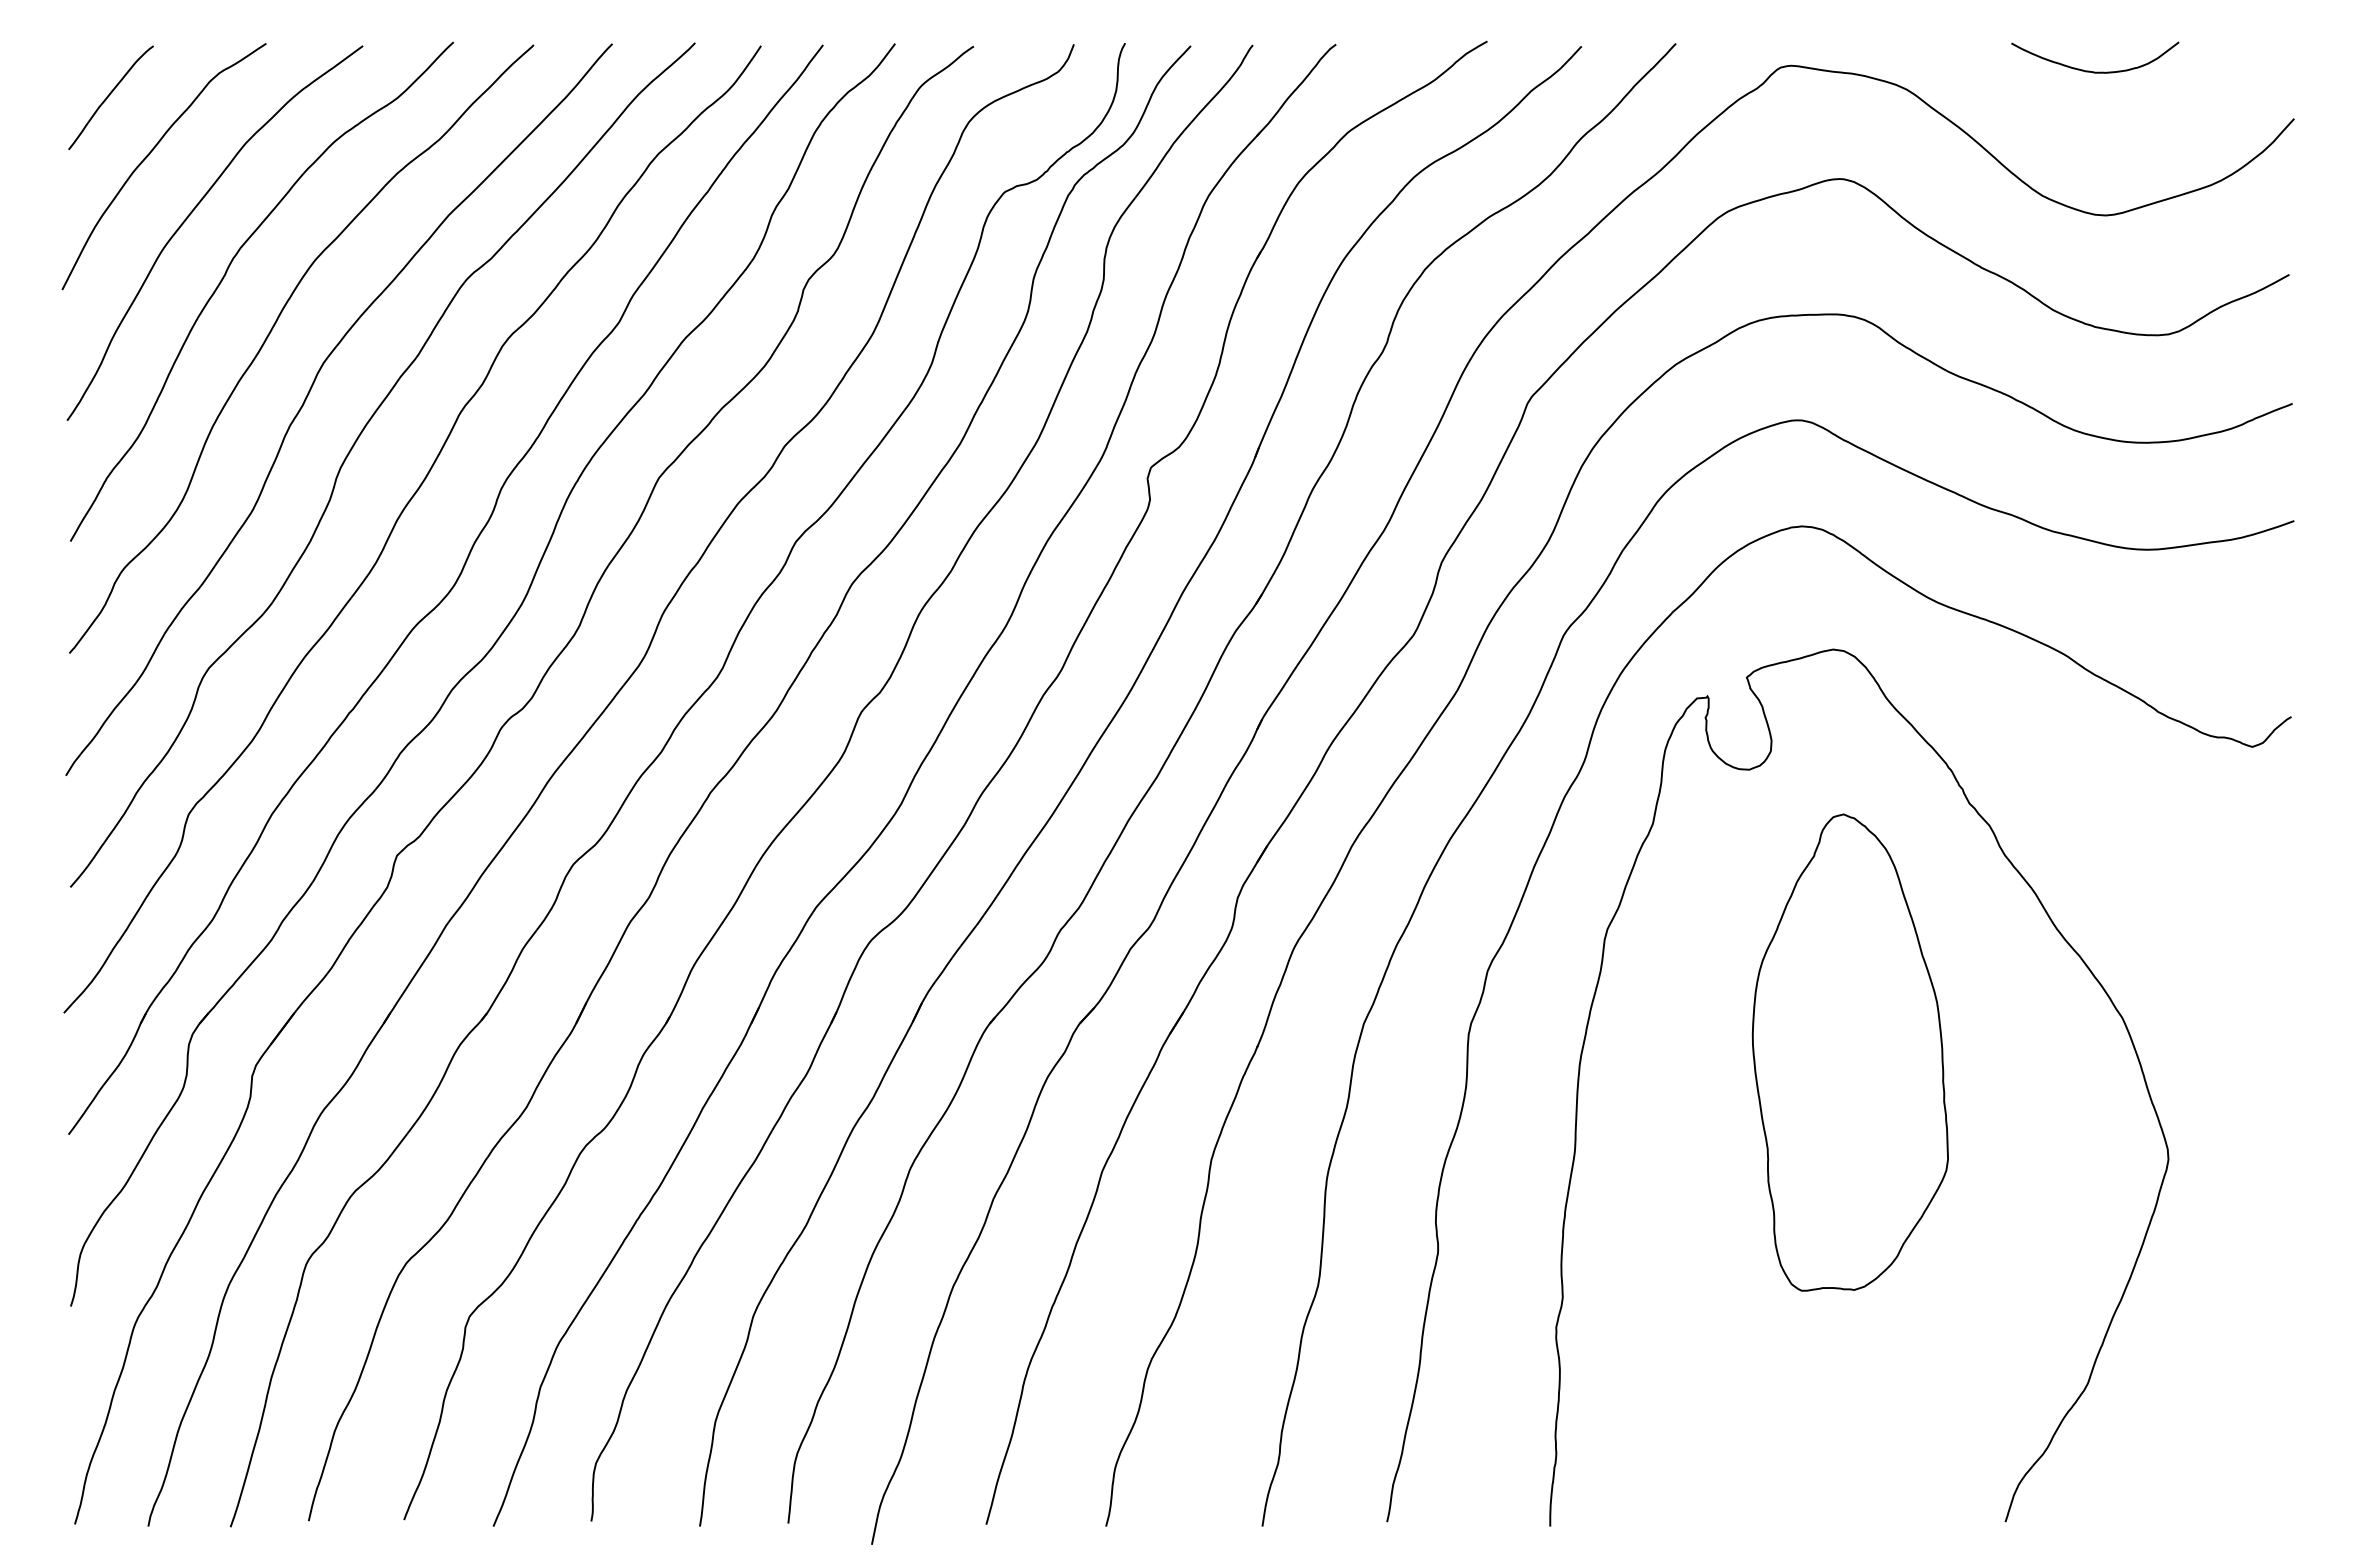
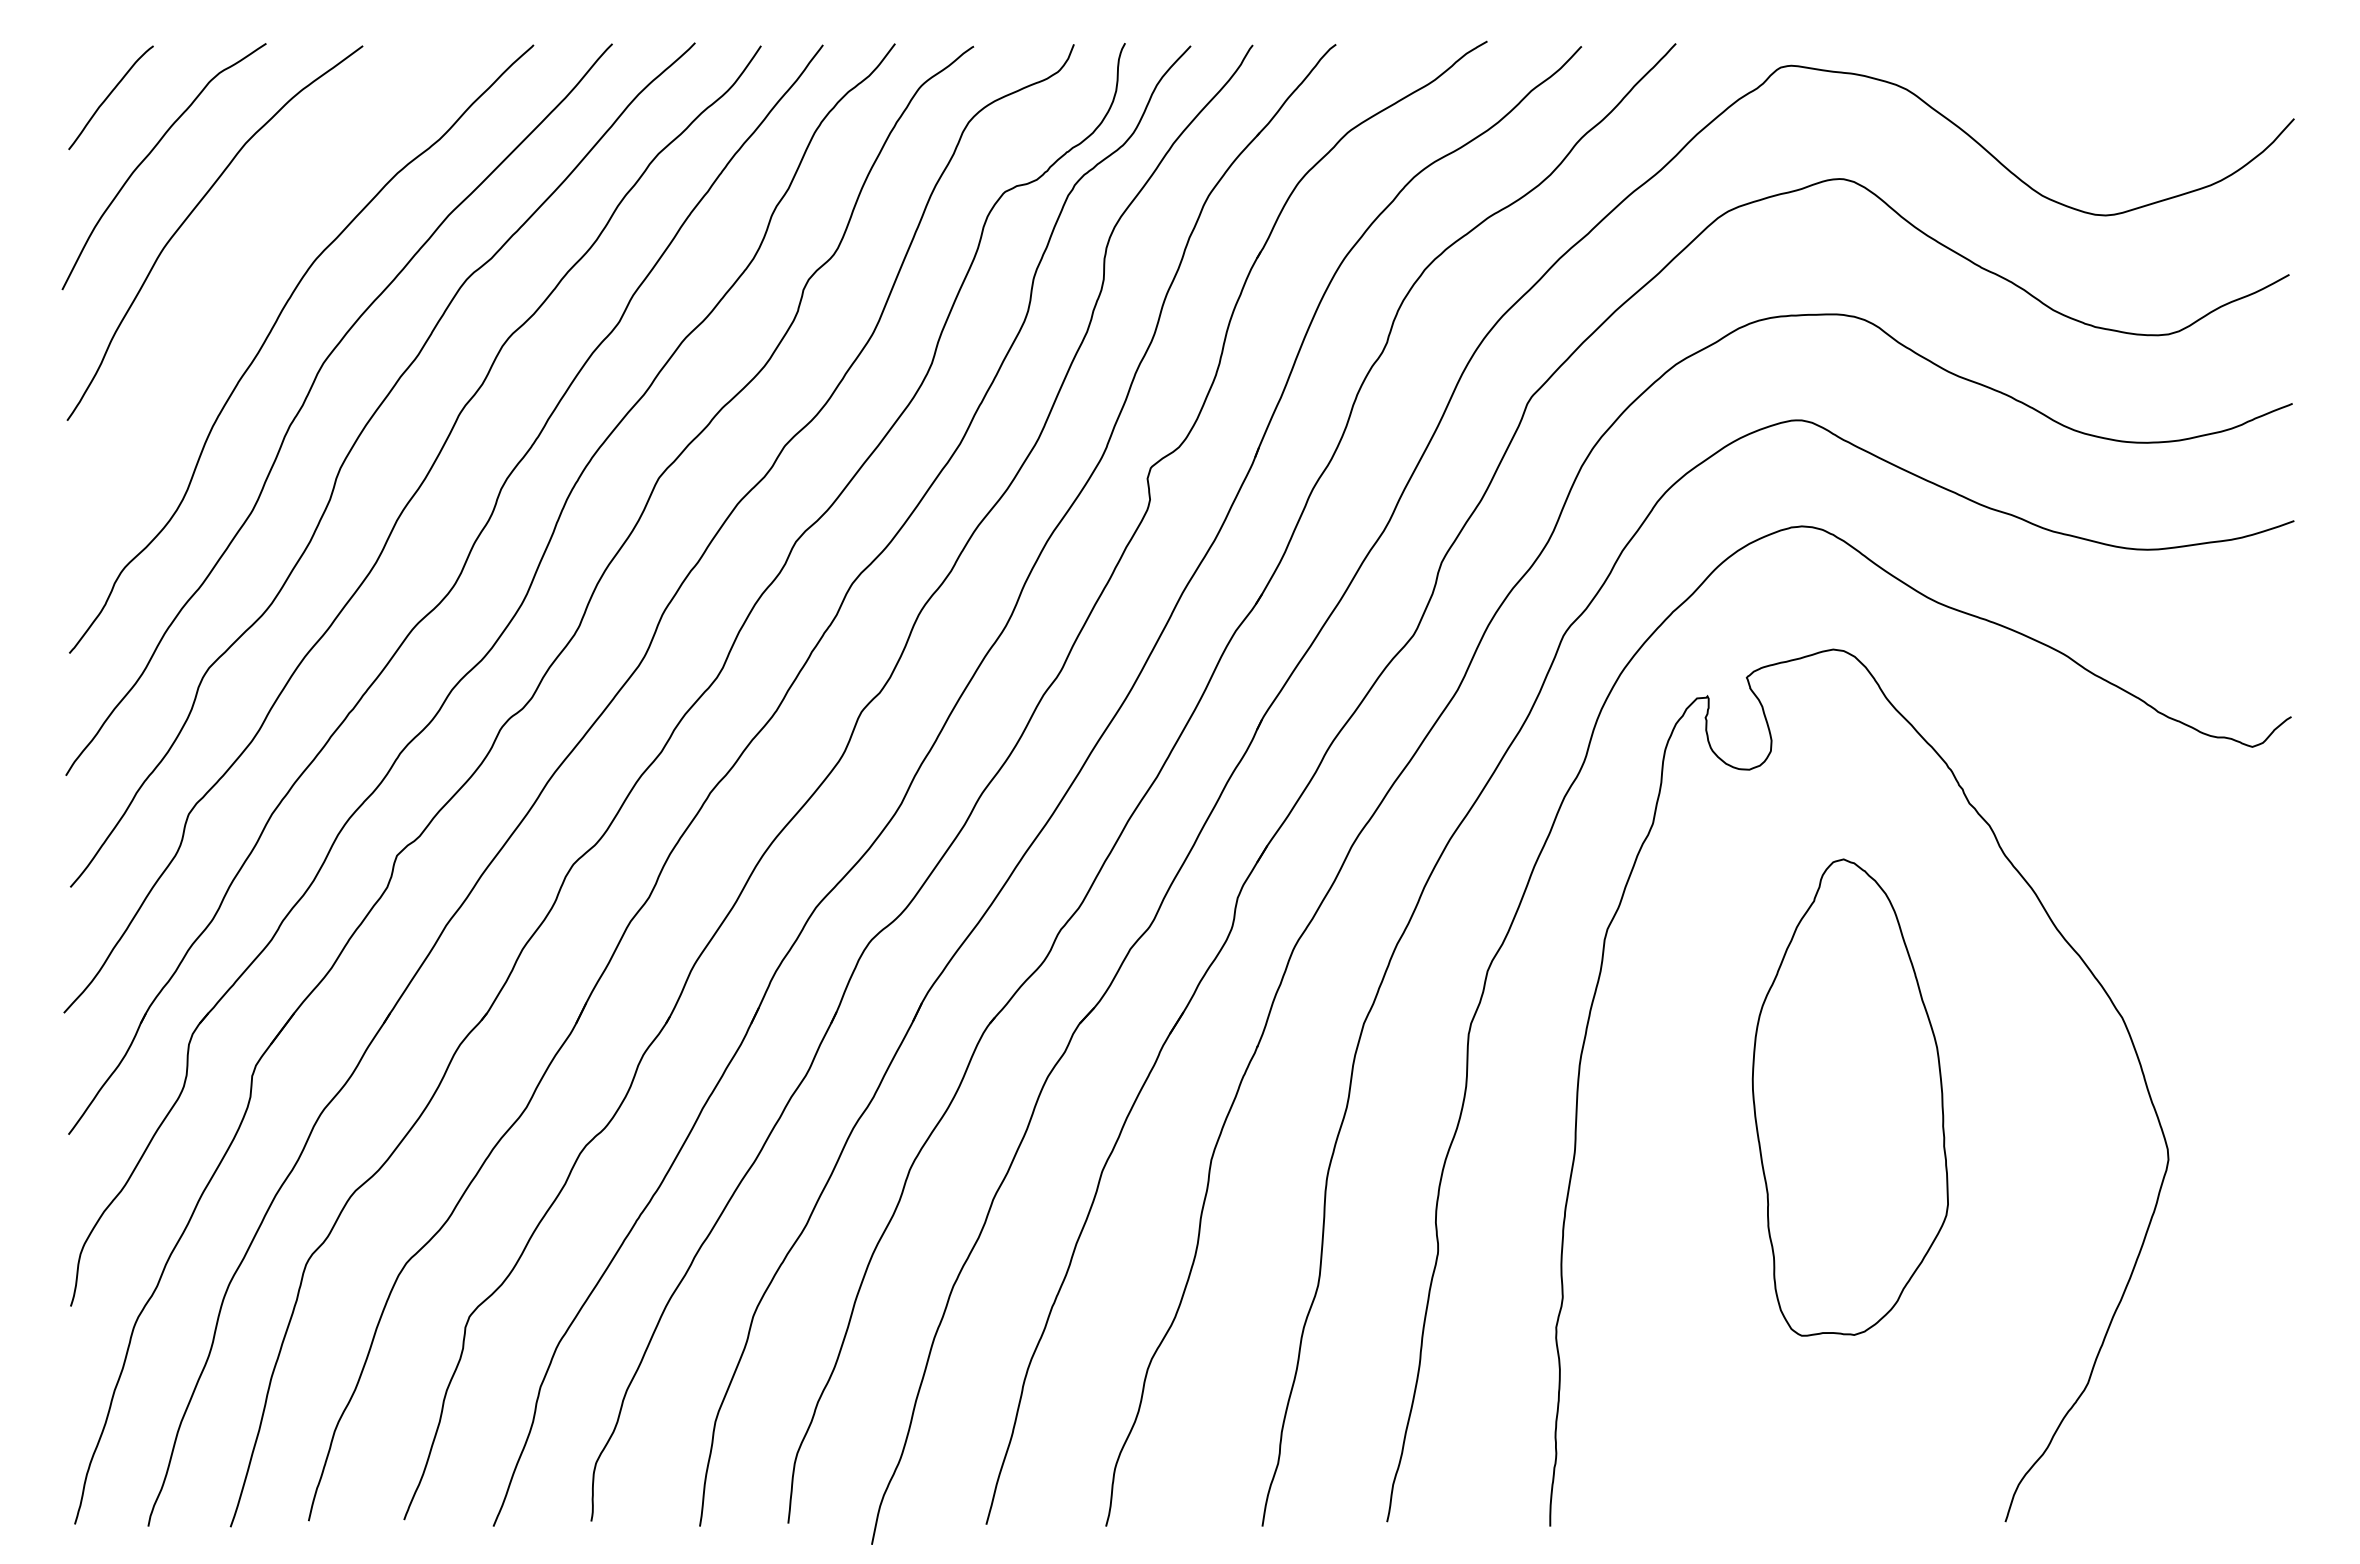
curve at (2095, 71): present -> none
curve at (226, 274): present -> none
part at (1849, 1052) position: (1849, 1052) -> (1849, 1097)
